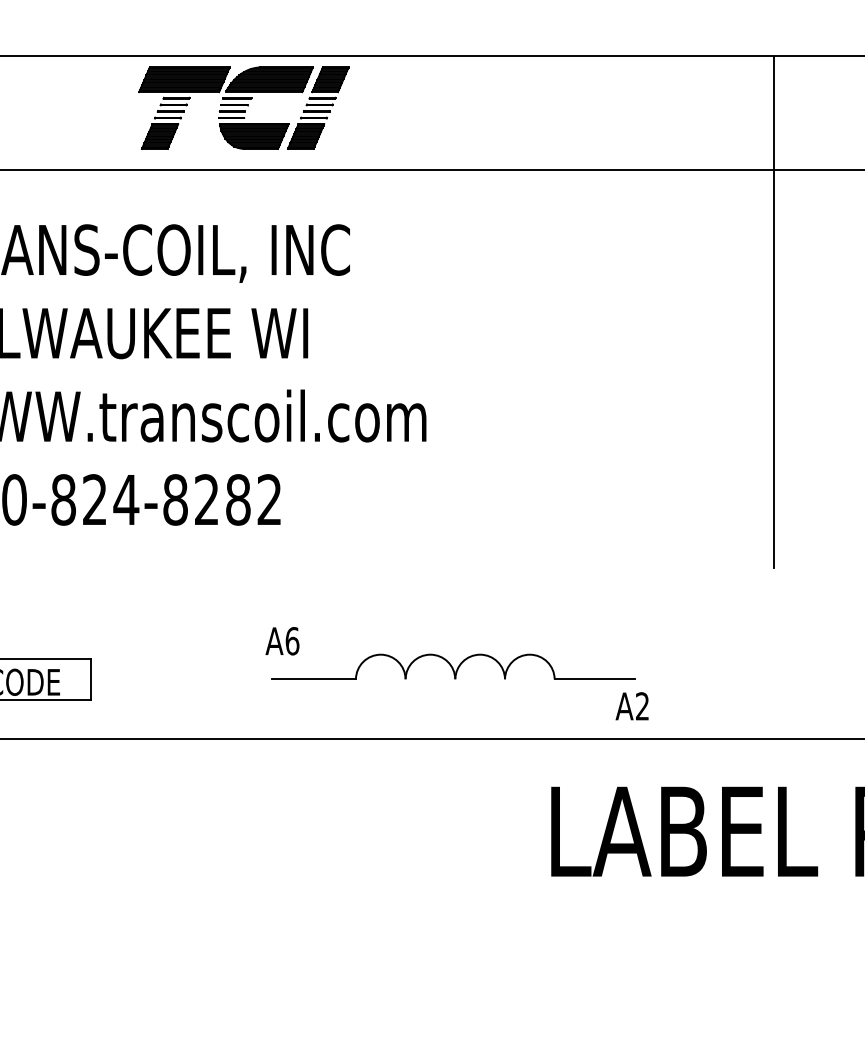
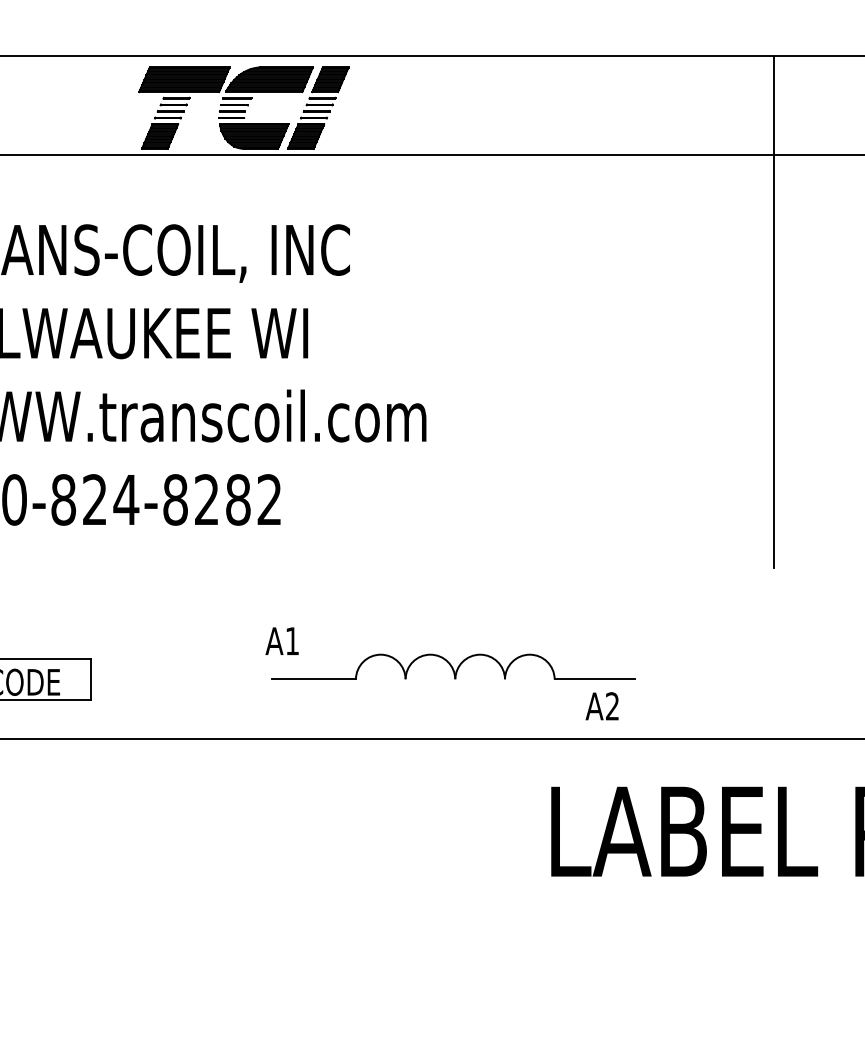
line at (431, 170) position: (431, 170) -> (431, 155)
text at (292, 641): A6 -> A1
text at (631, 706) position: (631, 706) -> (601, 706)
